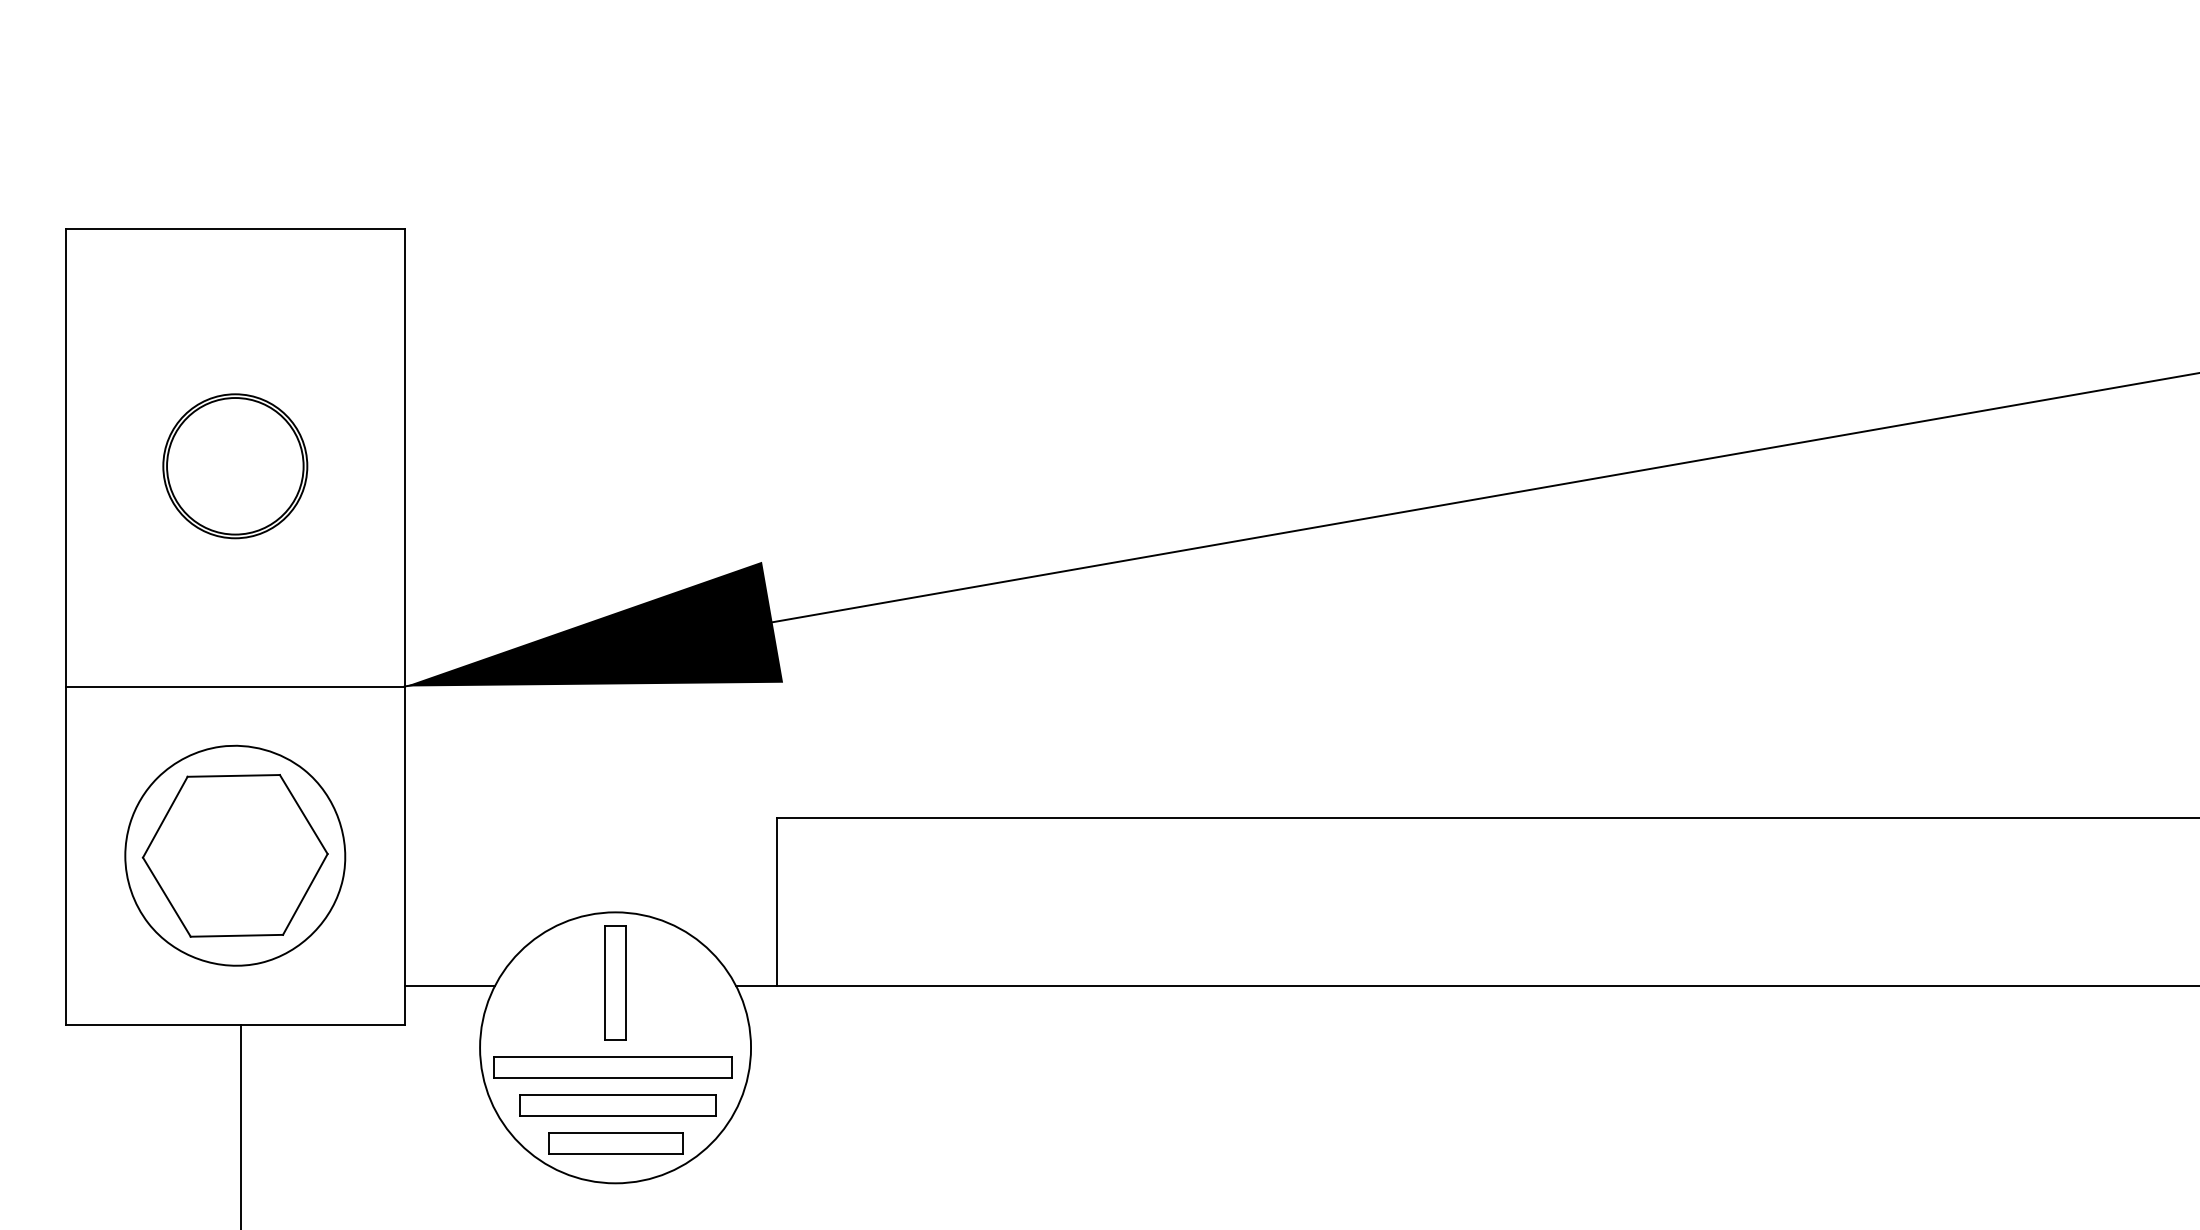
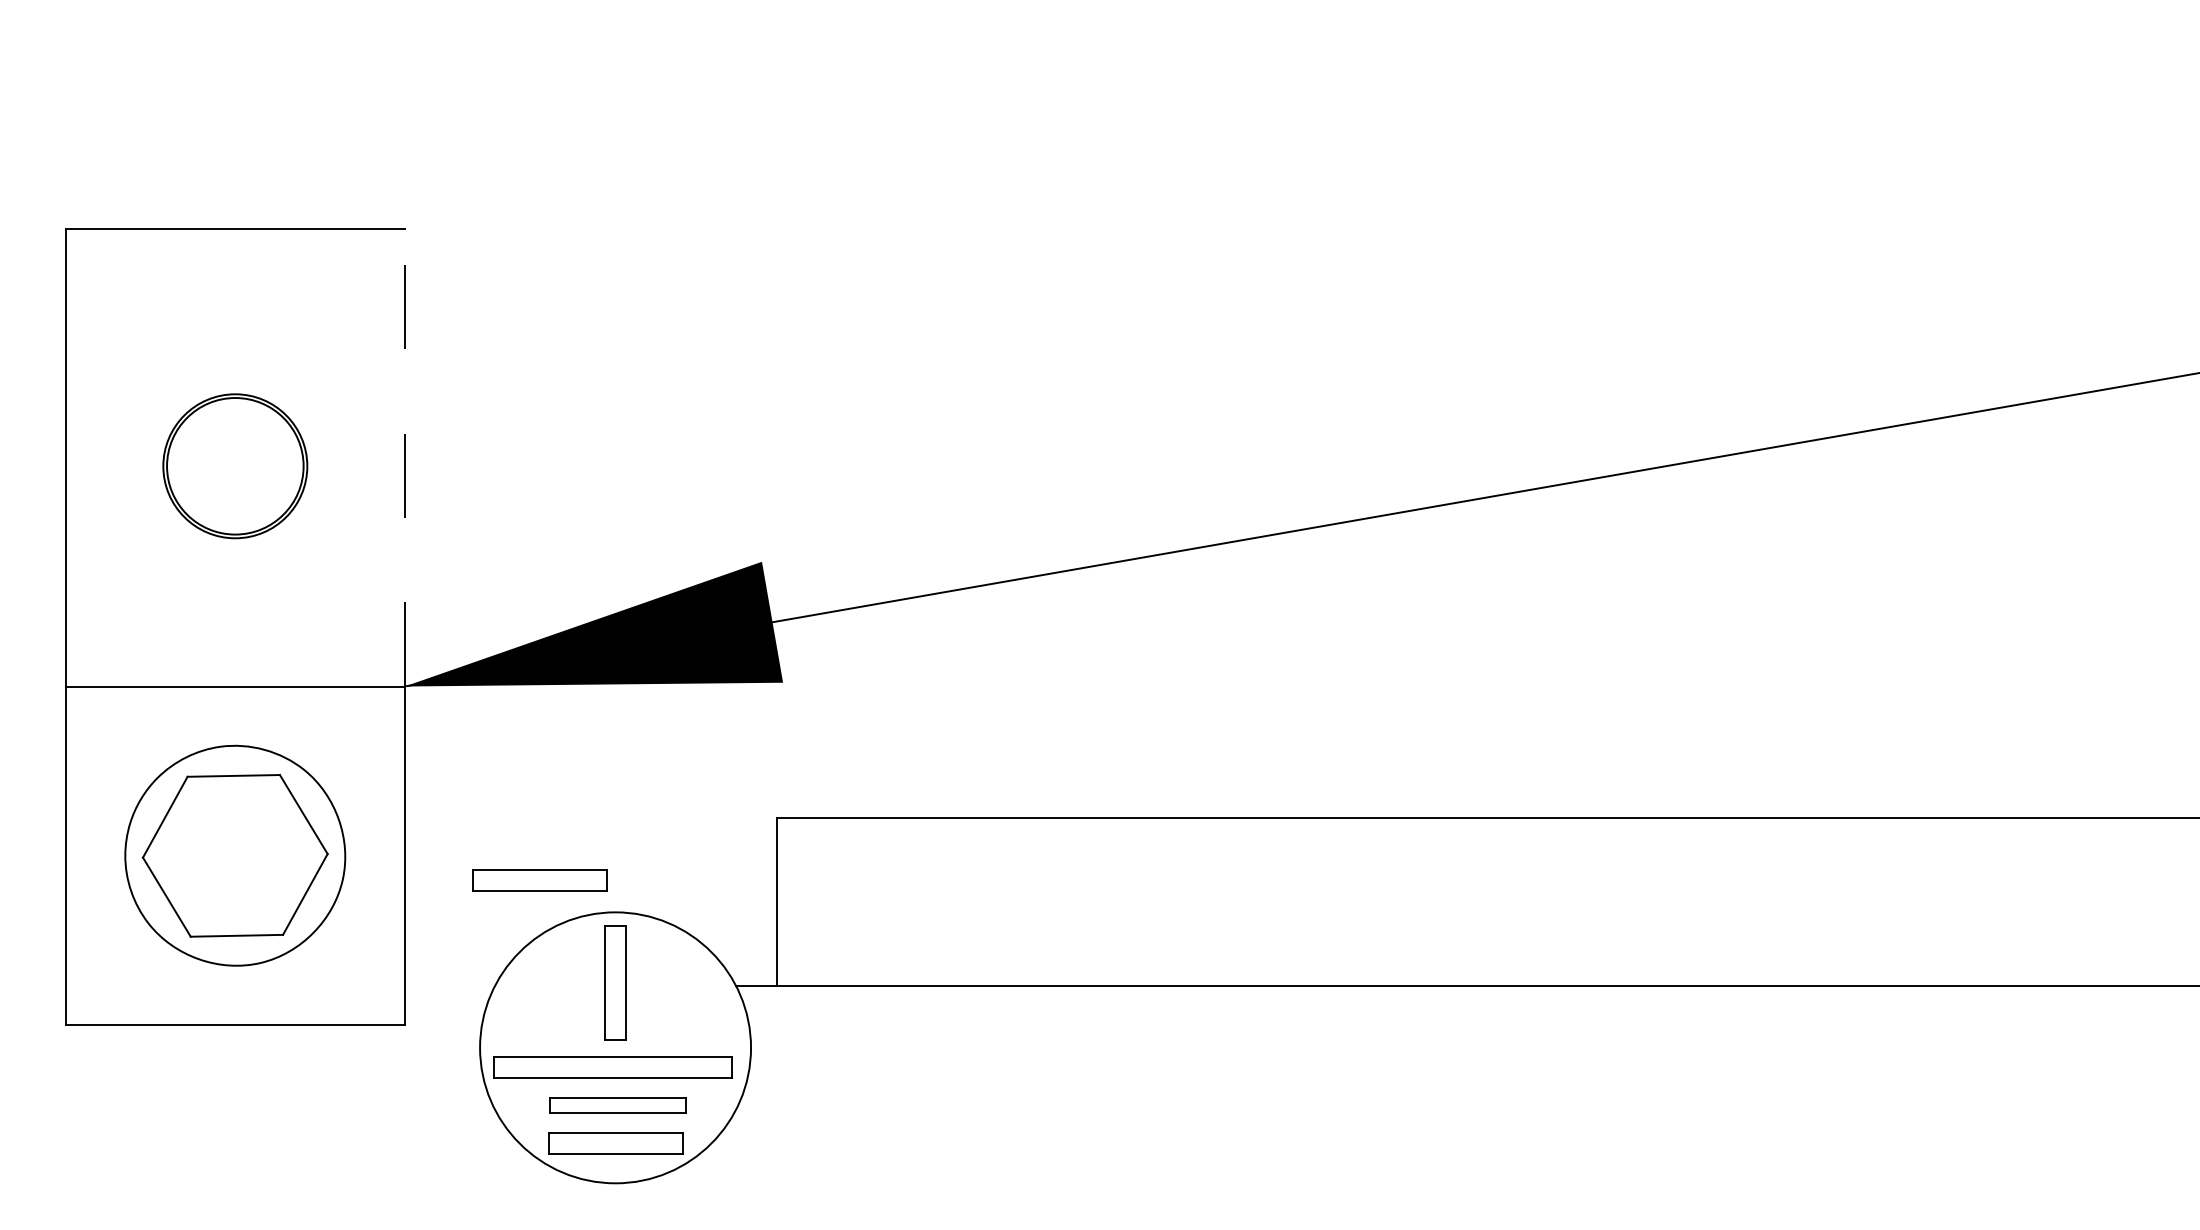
line at (404, 457): solid -> dashed
part at (539, 880): none -> present
line at (449, 985): present -> none
part at (617, 1105) size: 198x23 px -> 138x17 px
line at (241, 1125): present -> none
